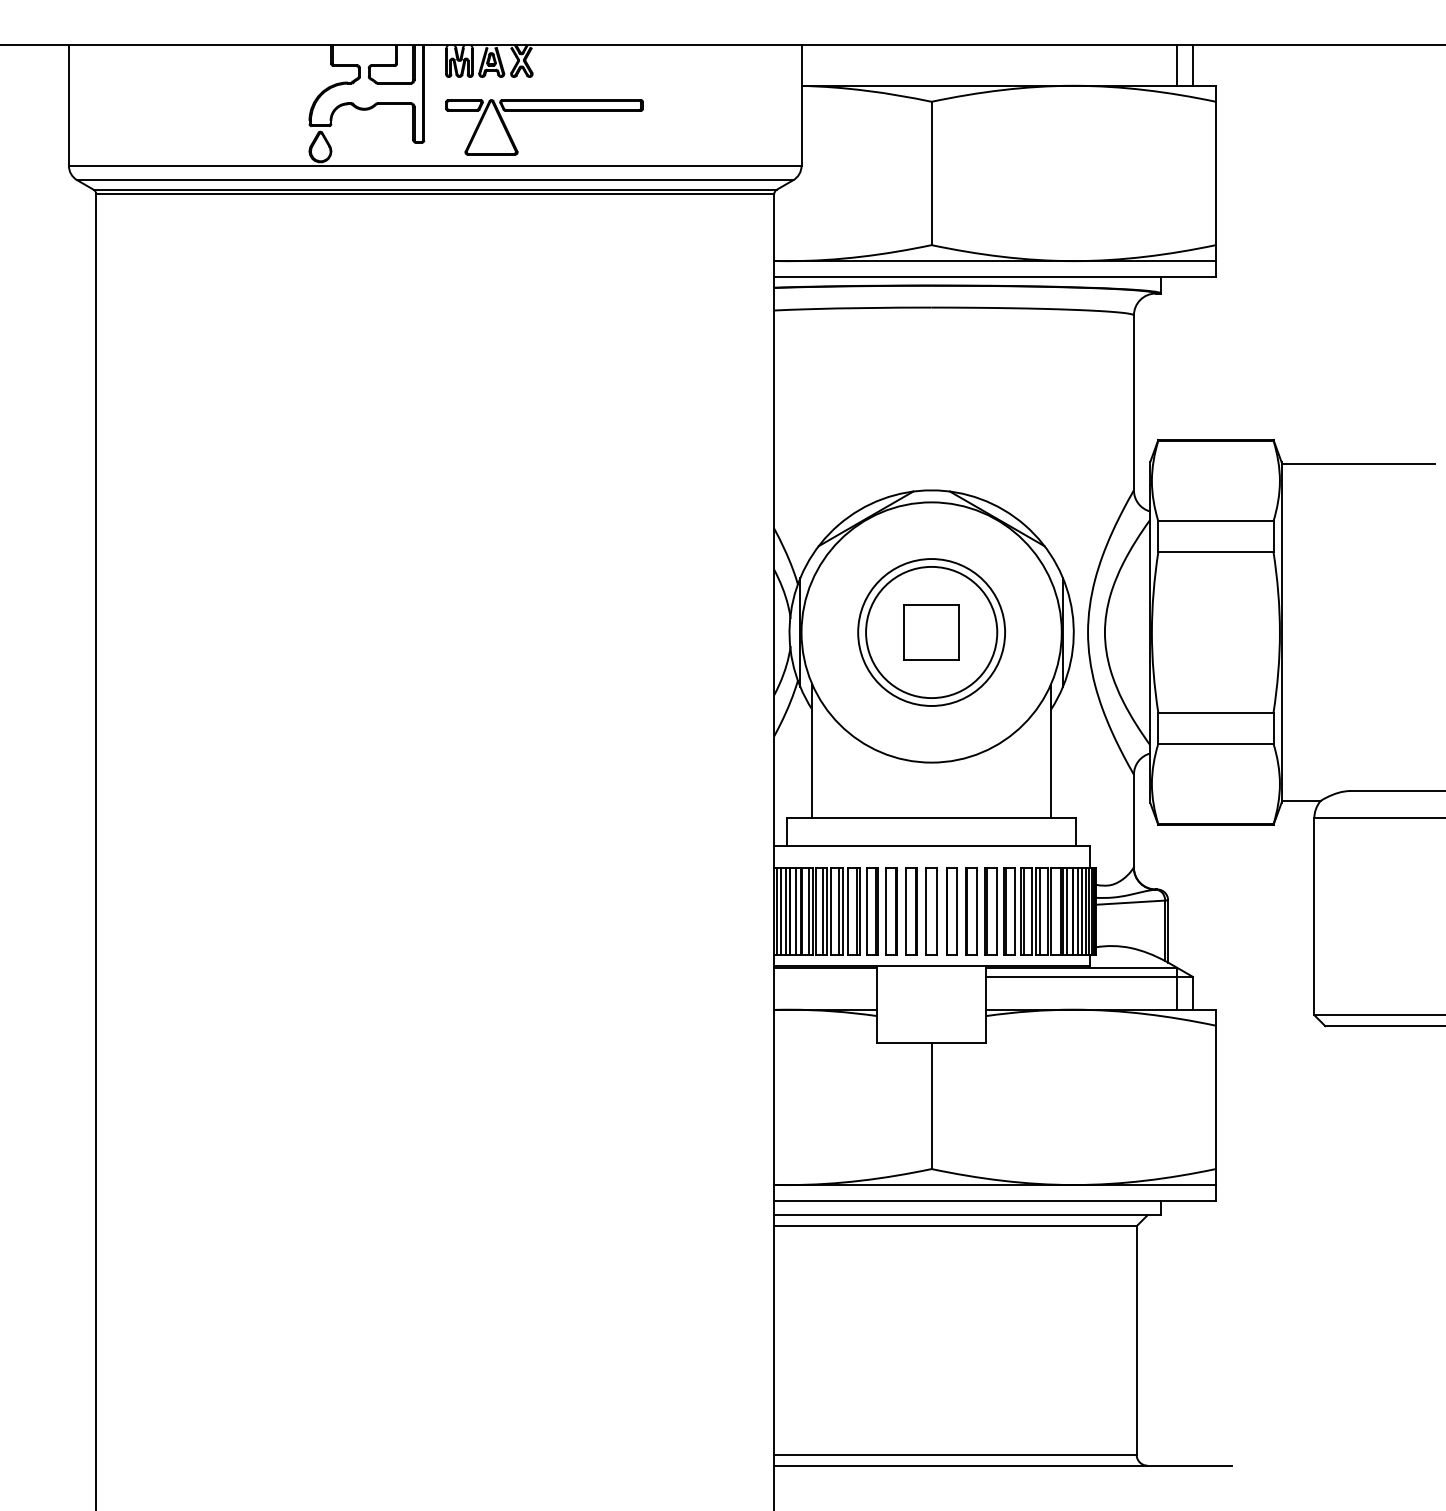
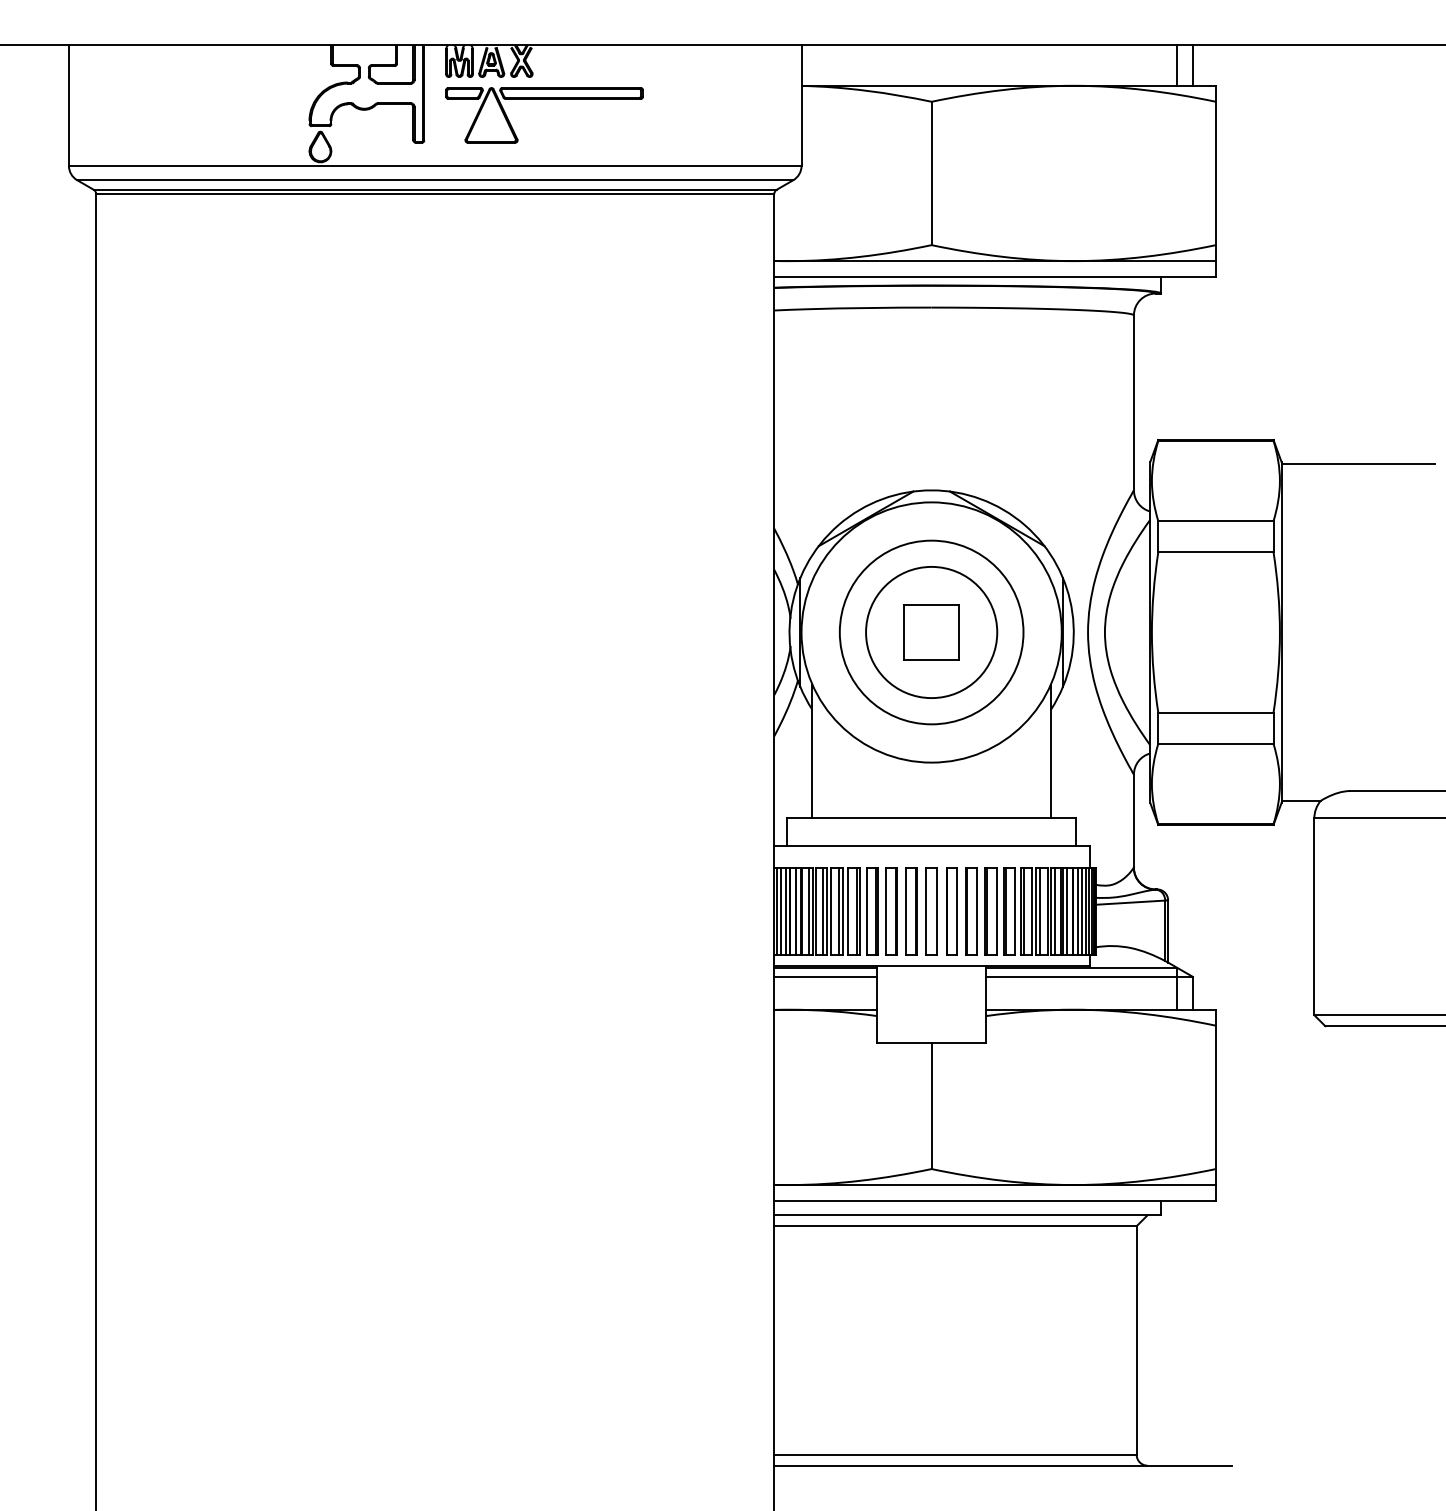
part at (544, 111) position: (544, 111) -> (544, 99)
circle at (931, 632) diameter: 147 px -> 184 px
line at (1054, 911): none -> present
line at (825, 976): none -> present
